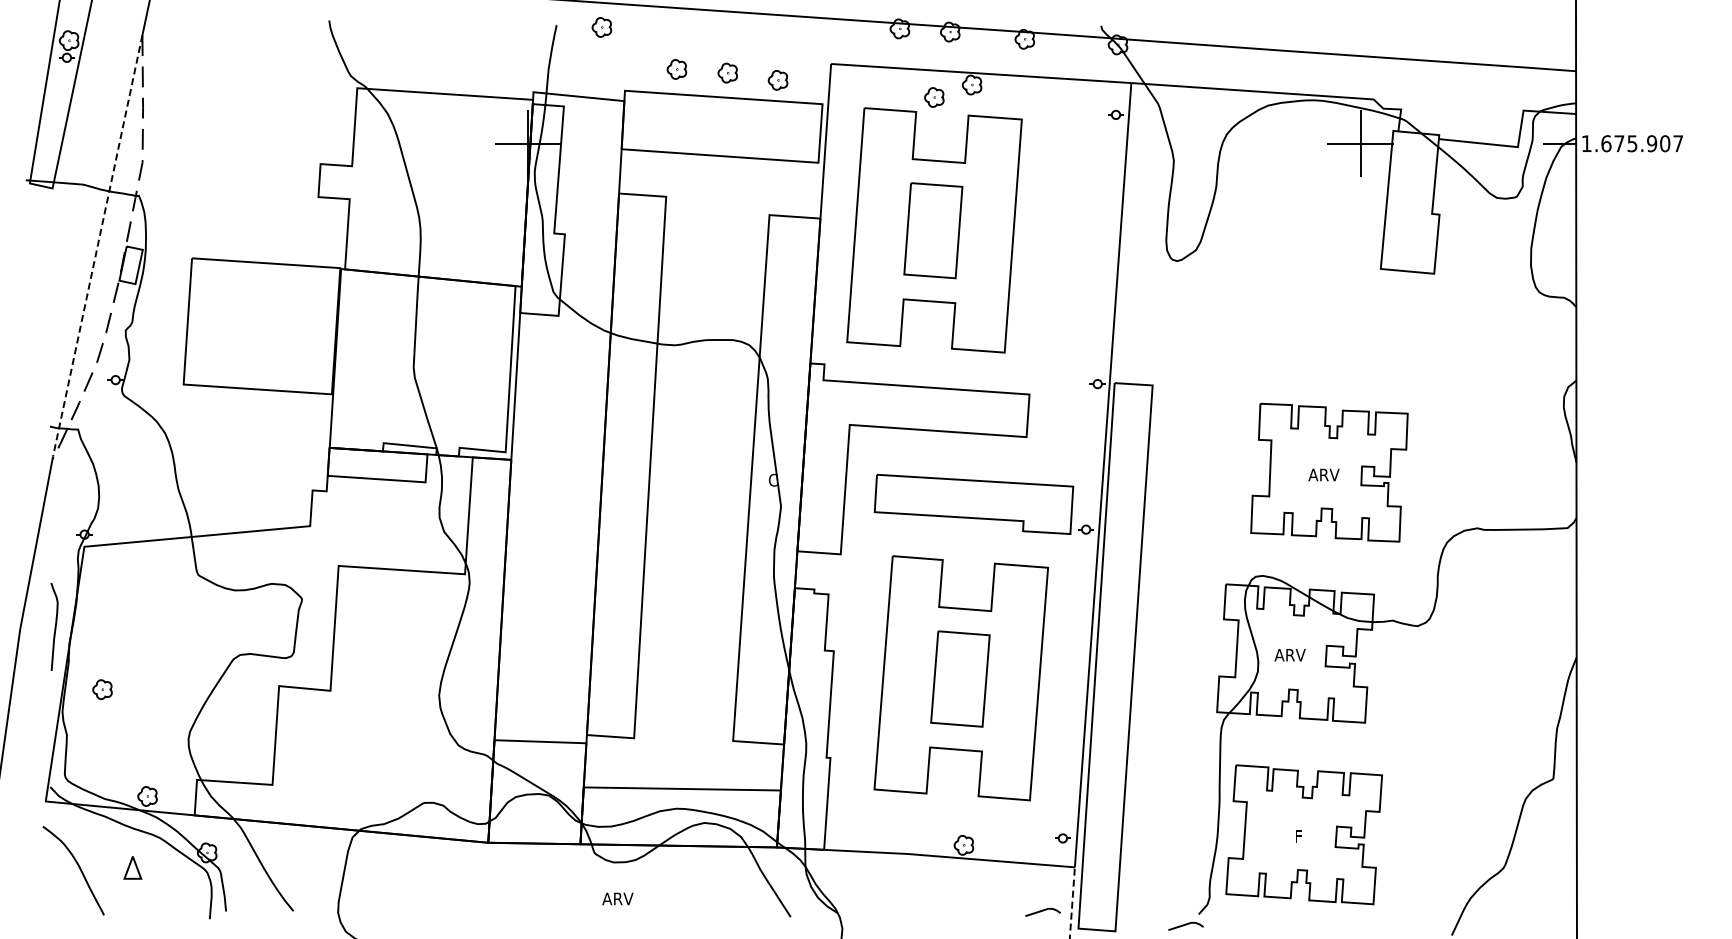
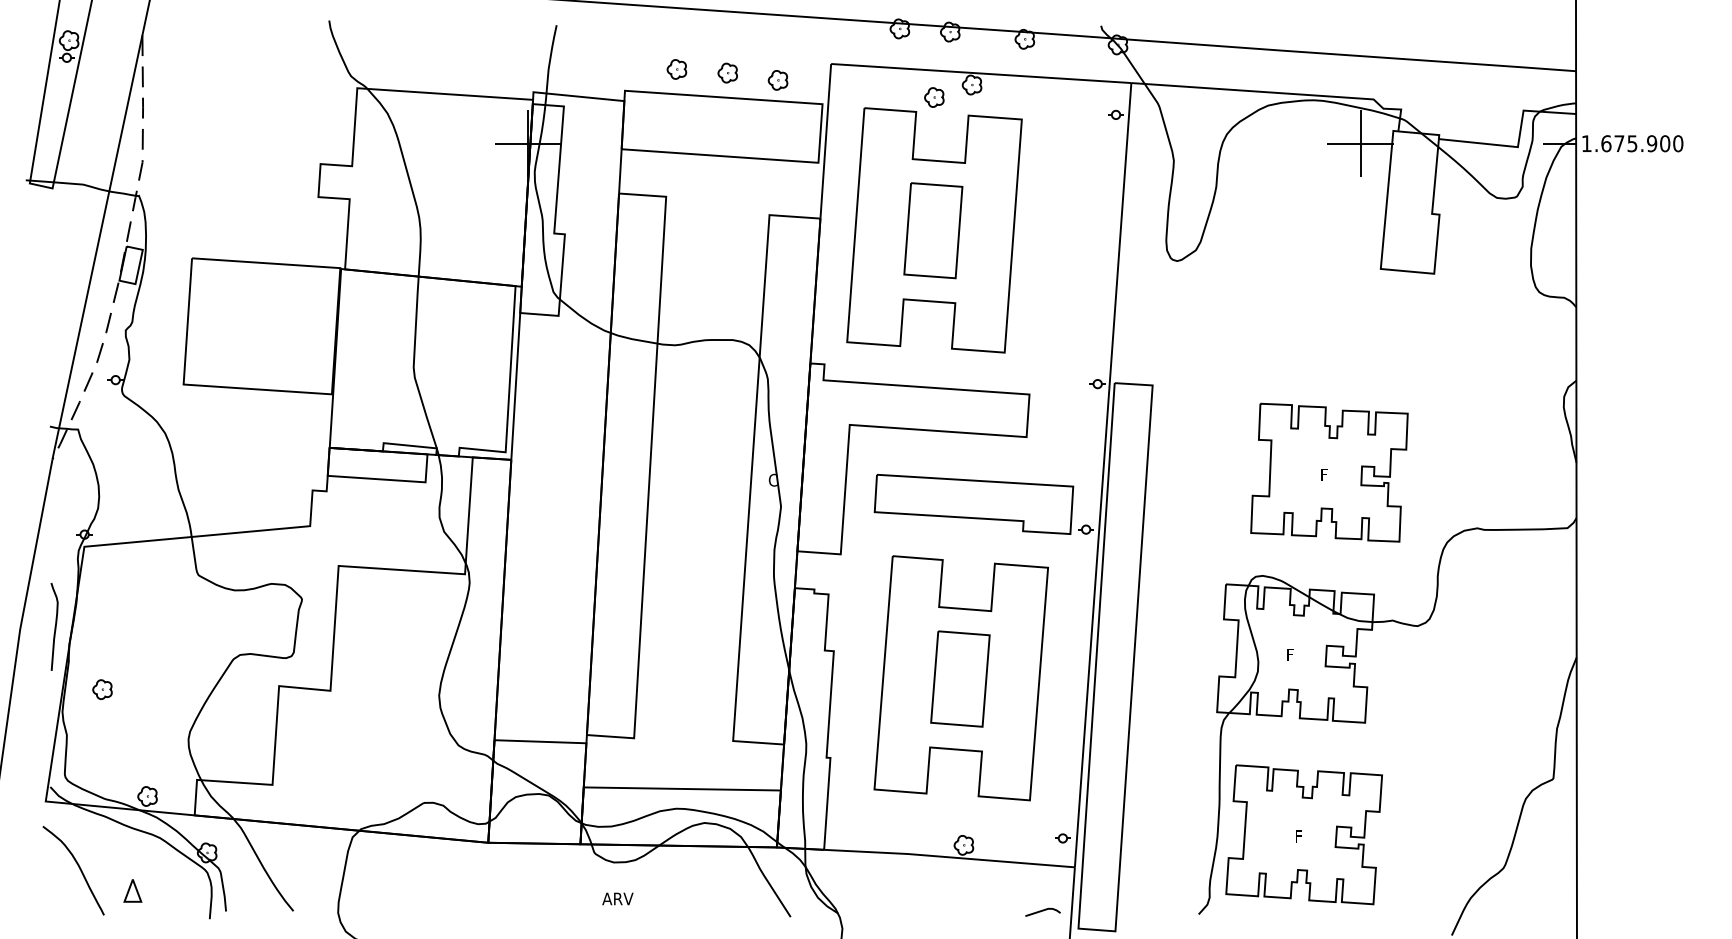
part at (601, 27): present -> none
text at (1678, 143): 1.675.907 -> 1.675.900
line at (97, 248): dashed -> solid
text at (1323, 474): ARV -> F
text at (1289, 655): ARV -> F
part at (132, 867) position: (132, 867) -> (132, 890)
line at (1072, 902): dashed -> solid
line at (1185, 925): present -> none
